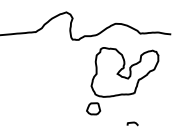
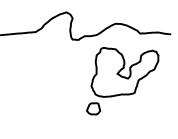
curve at (132, 123): present -> none
